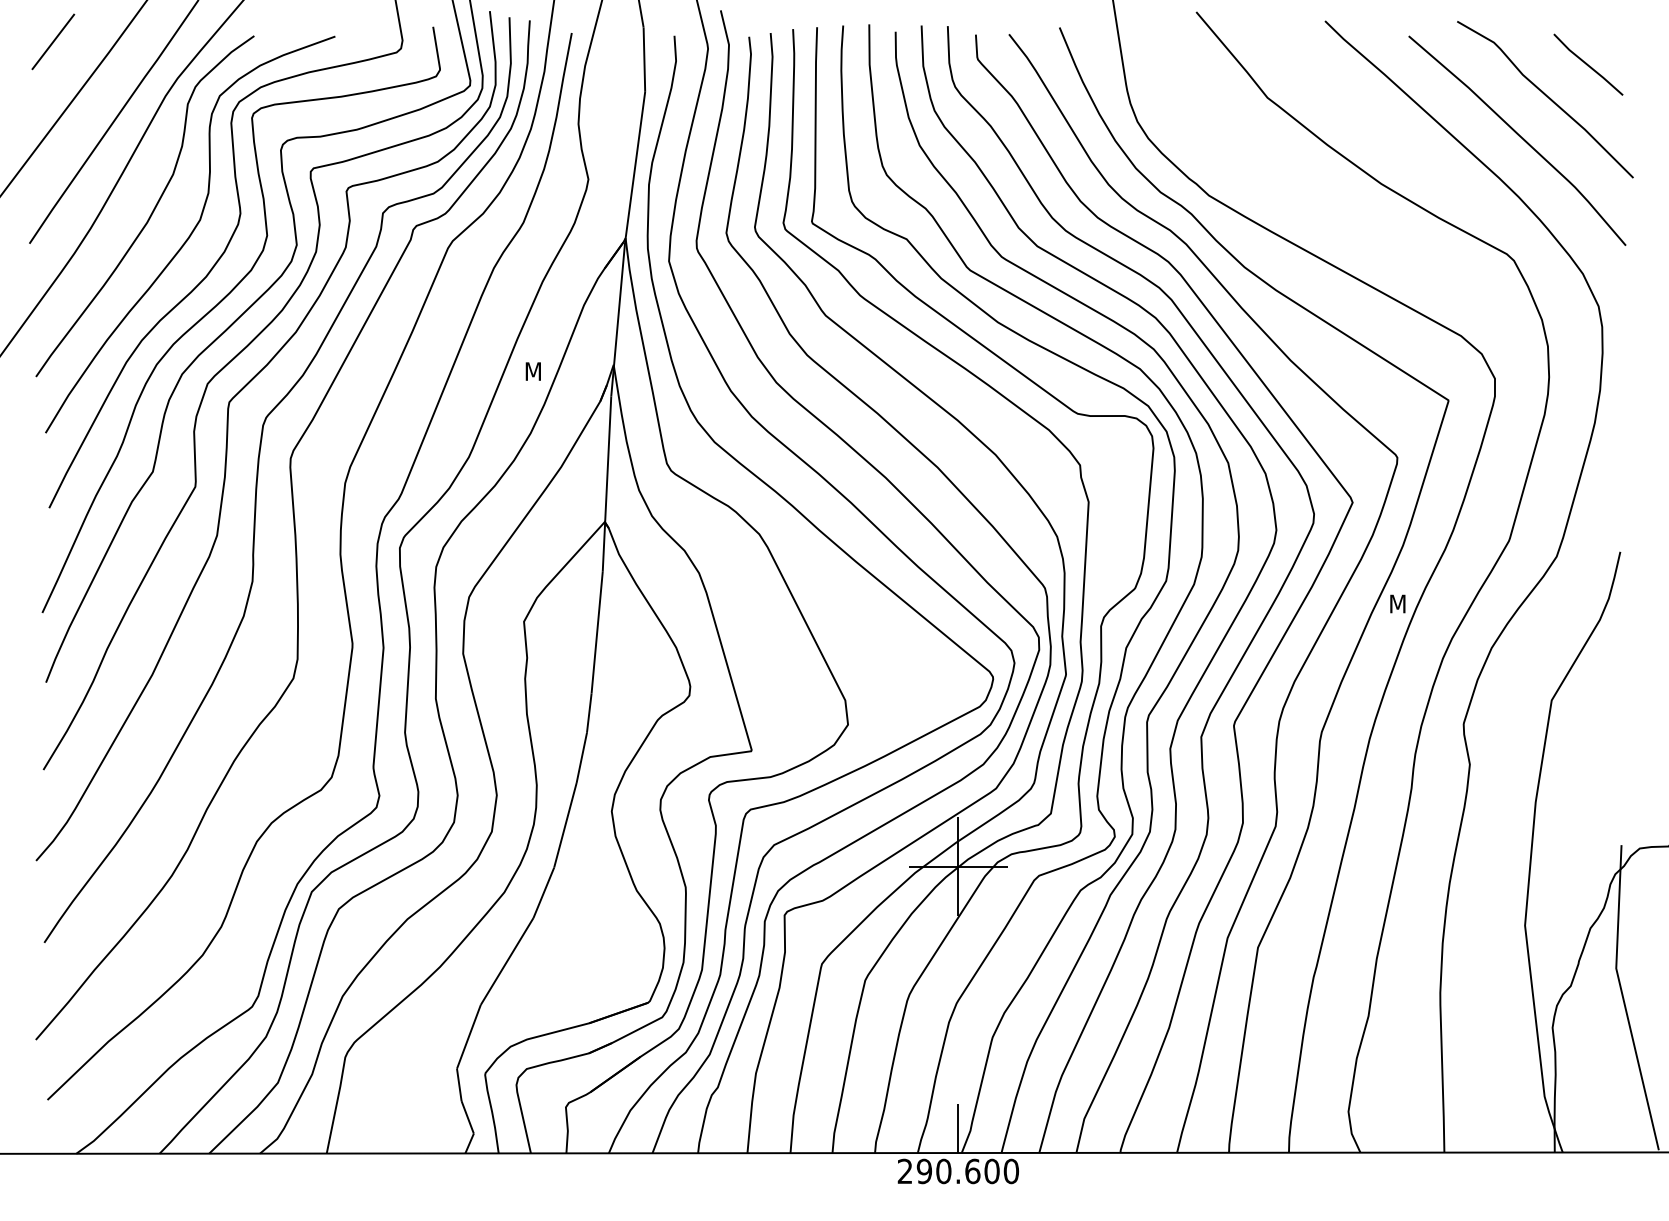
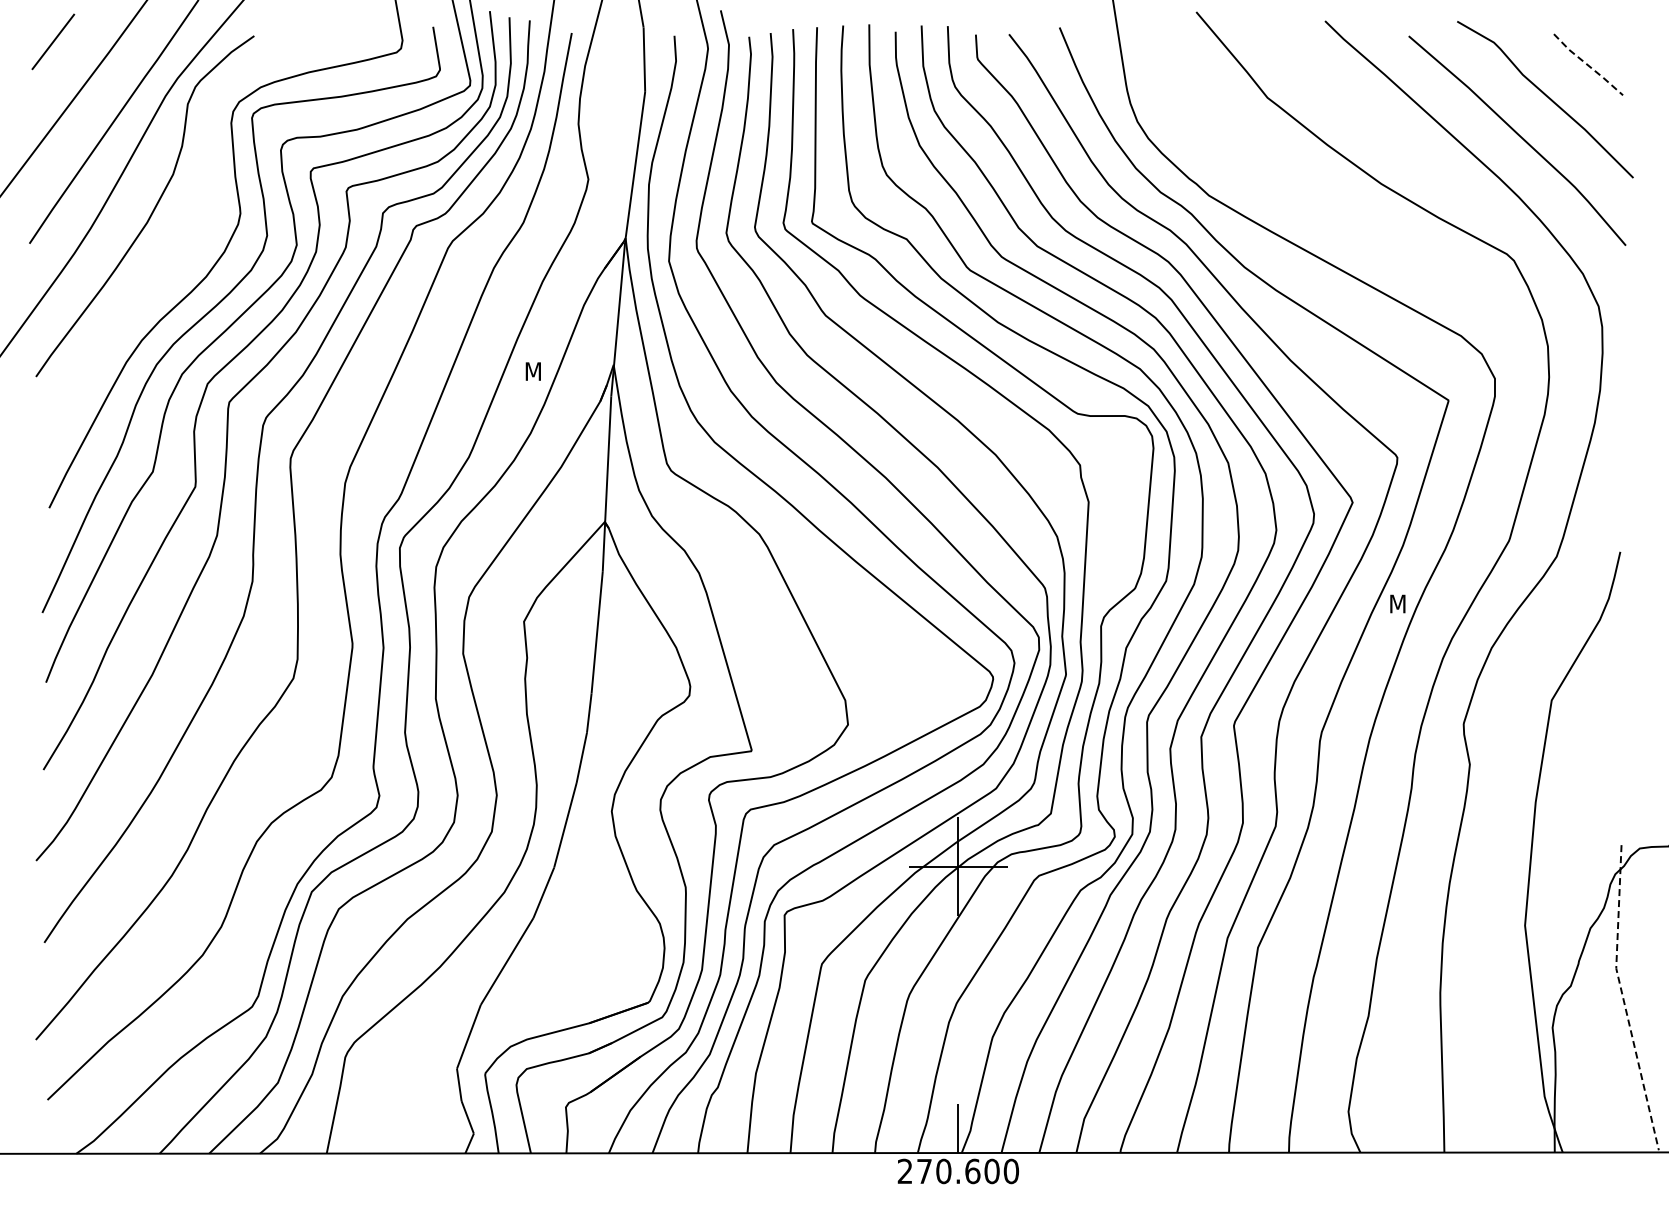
line at (1588, 65): solid -> dashed
curve at (190, 234): present -> none
line at (1623, 998): solid -> dashed
text at (924, 1171): 290.600 -> 270.600
